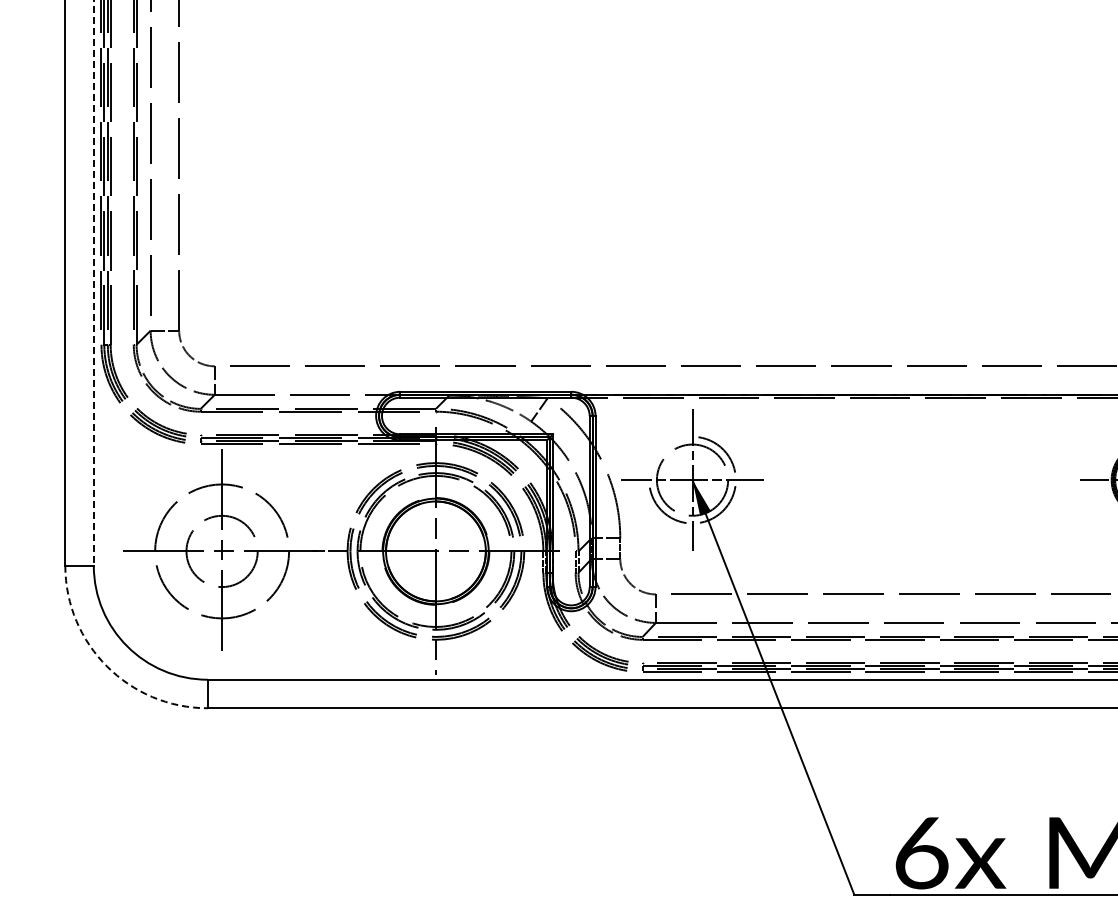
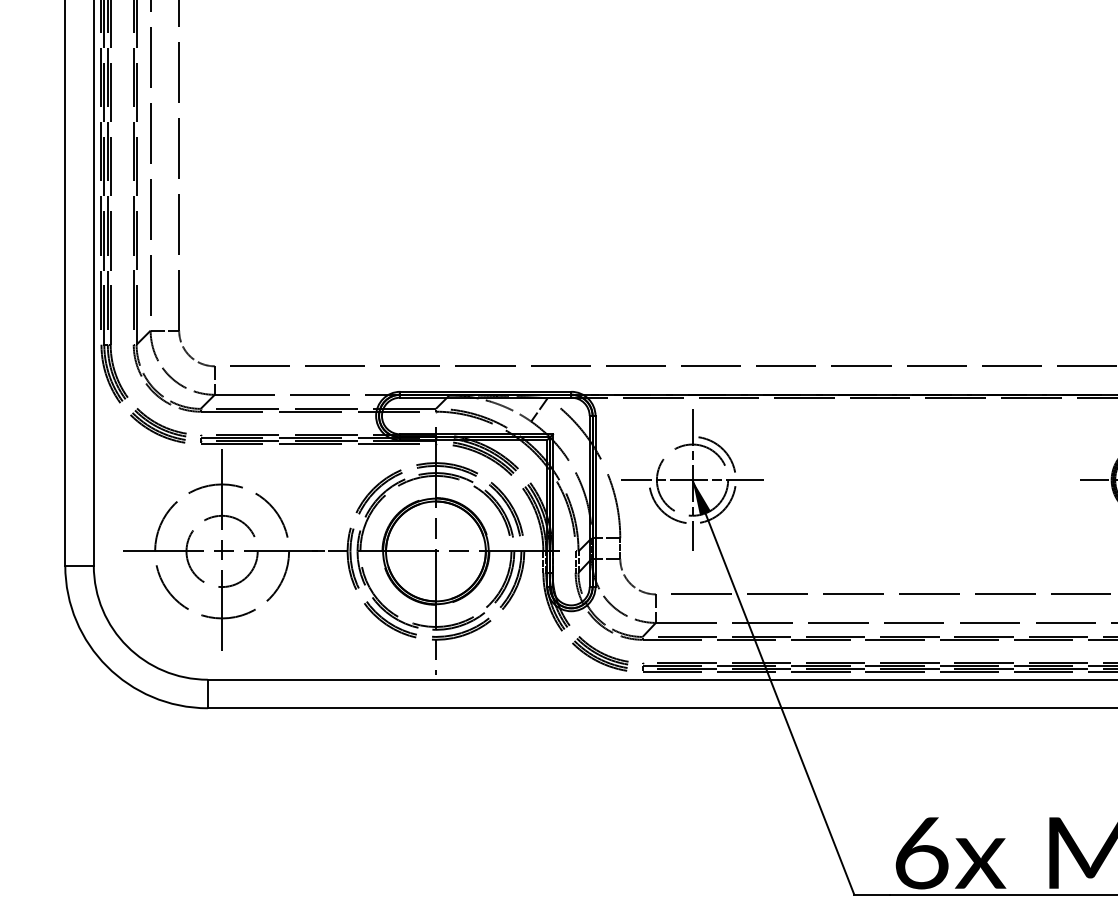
line at (93, 283): dashed -> solid
arc at (107, 666): dashed -> solid
